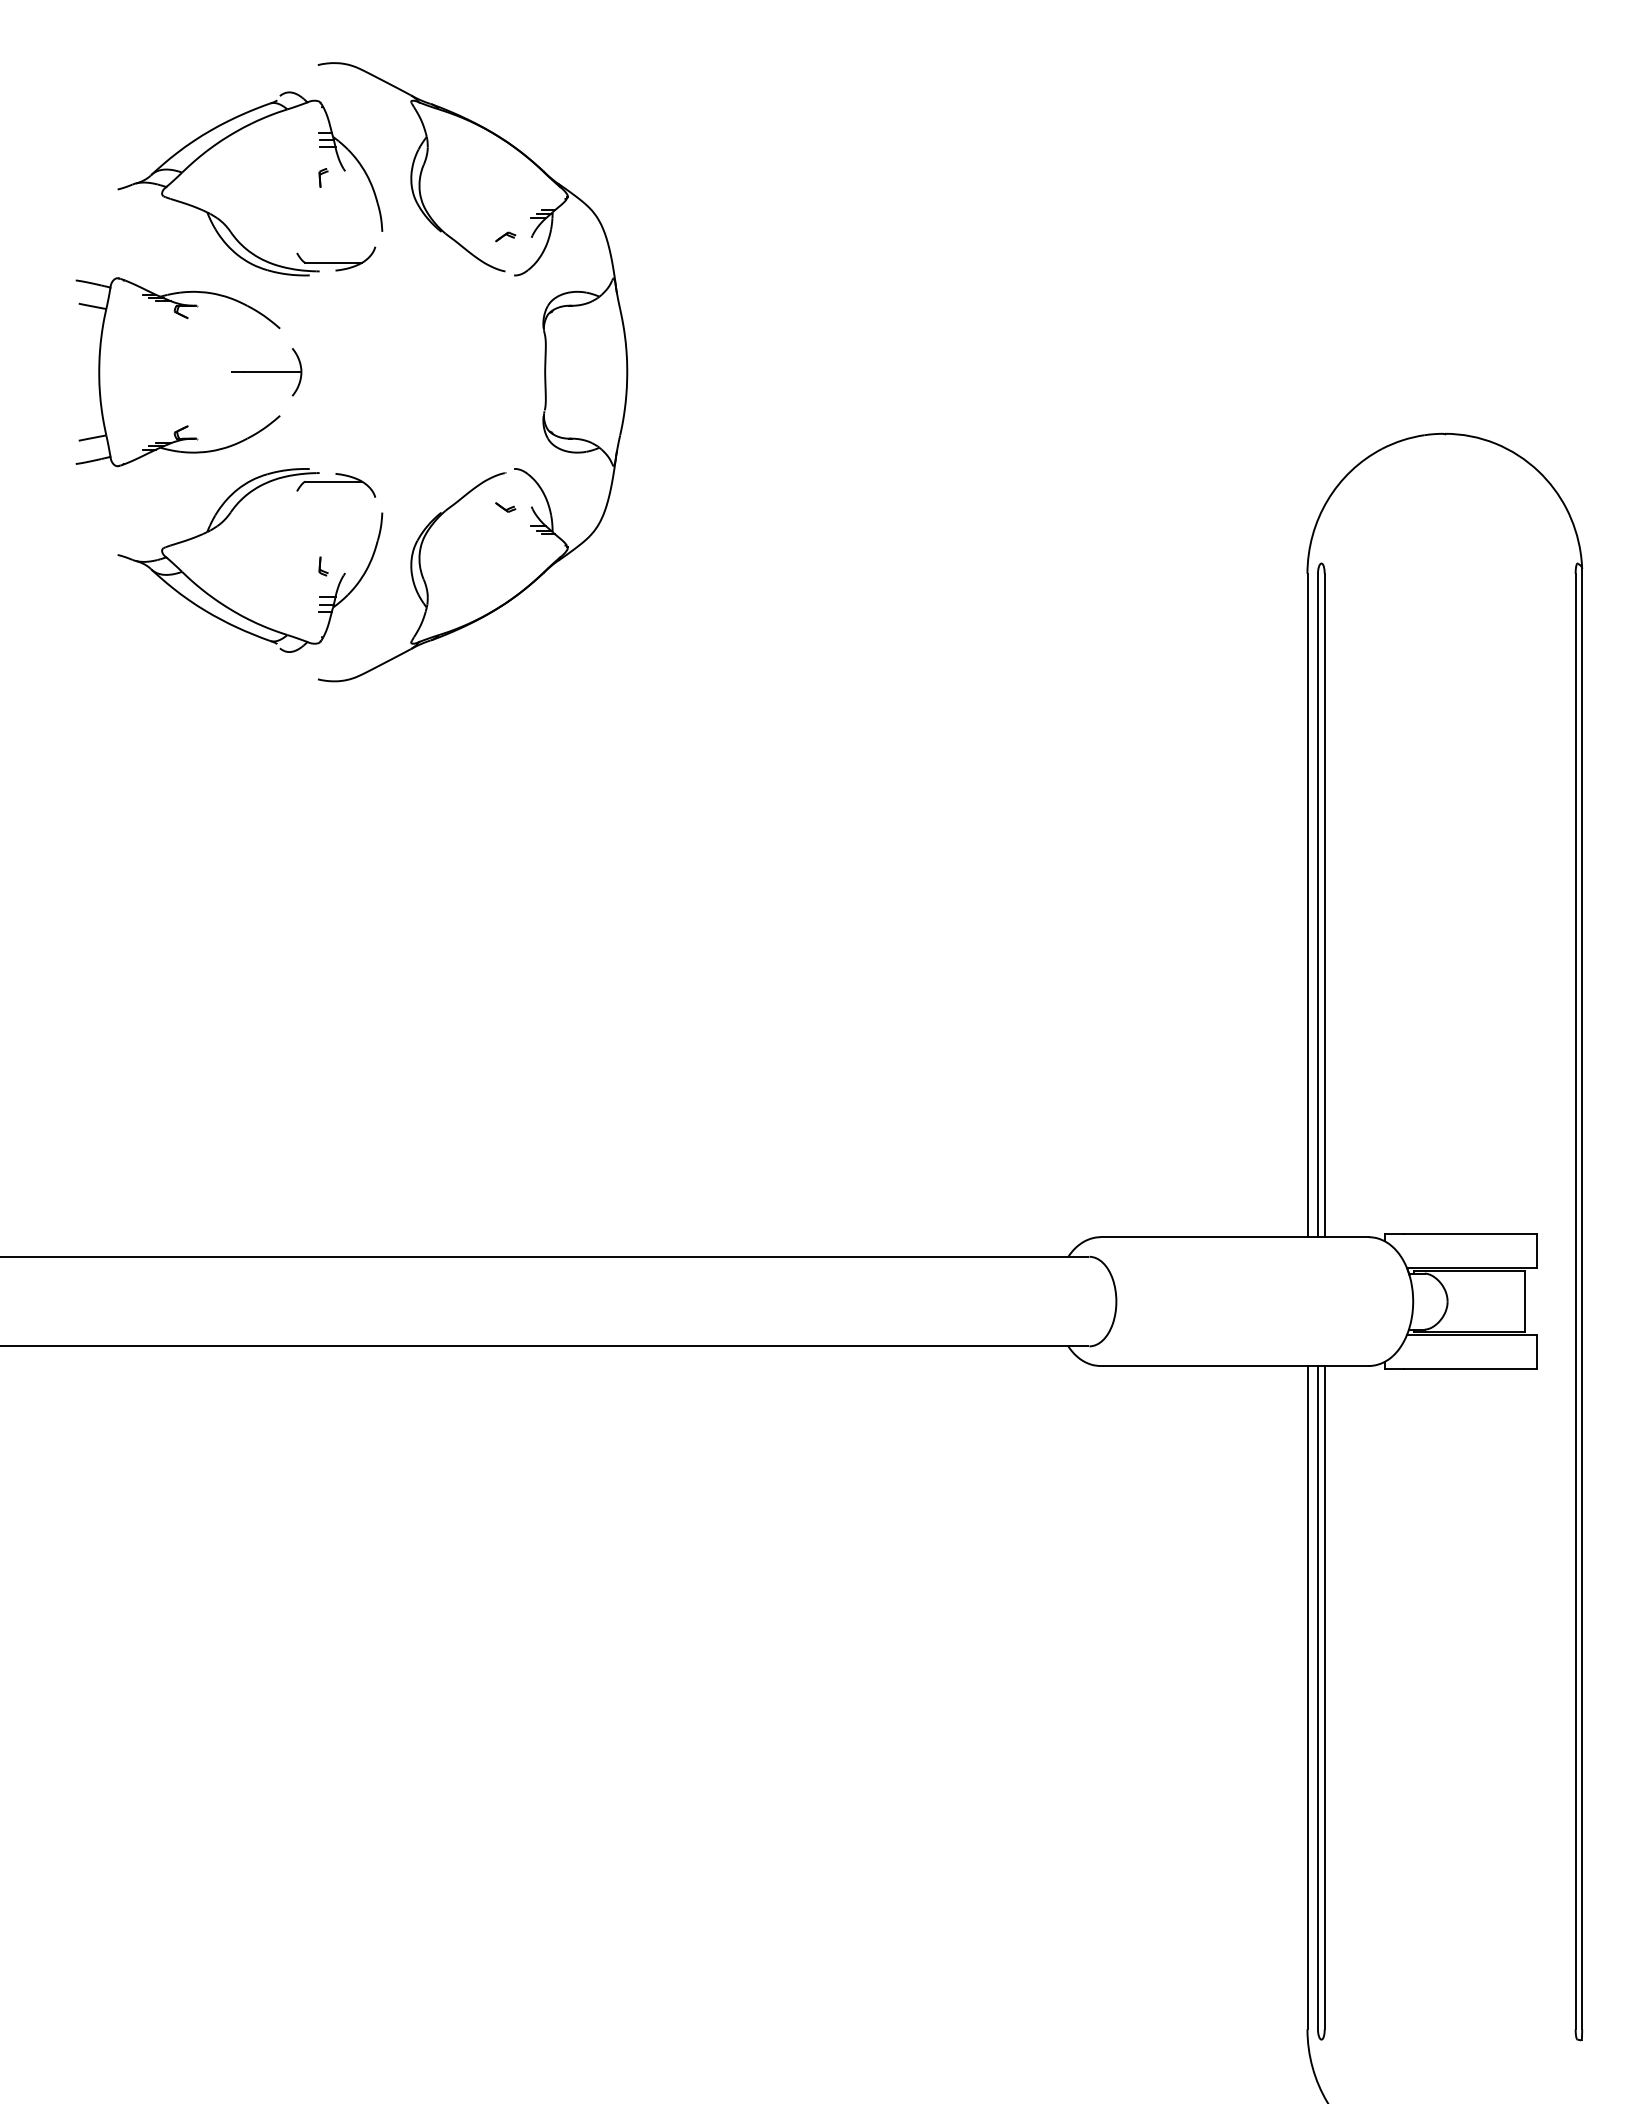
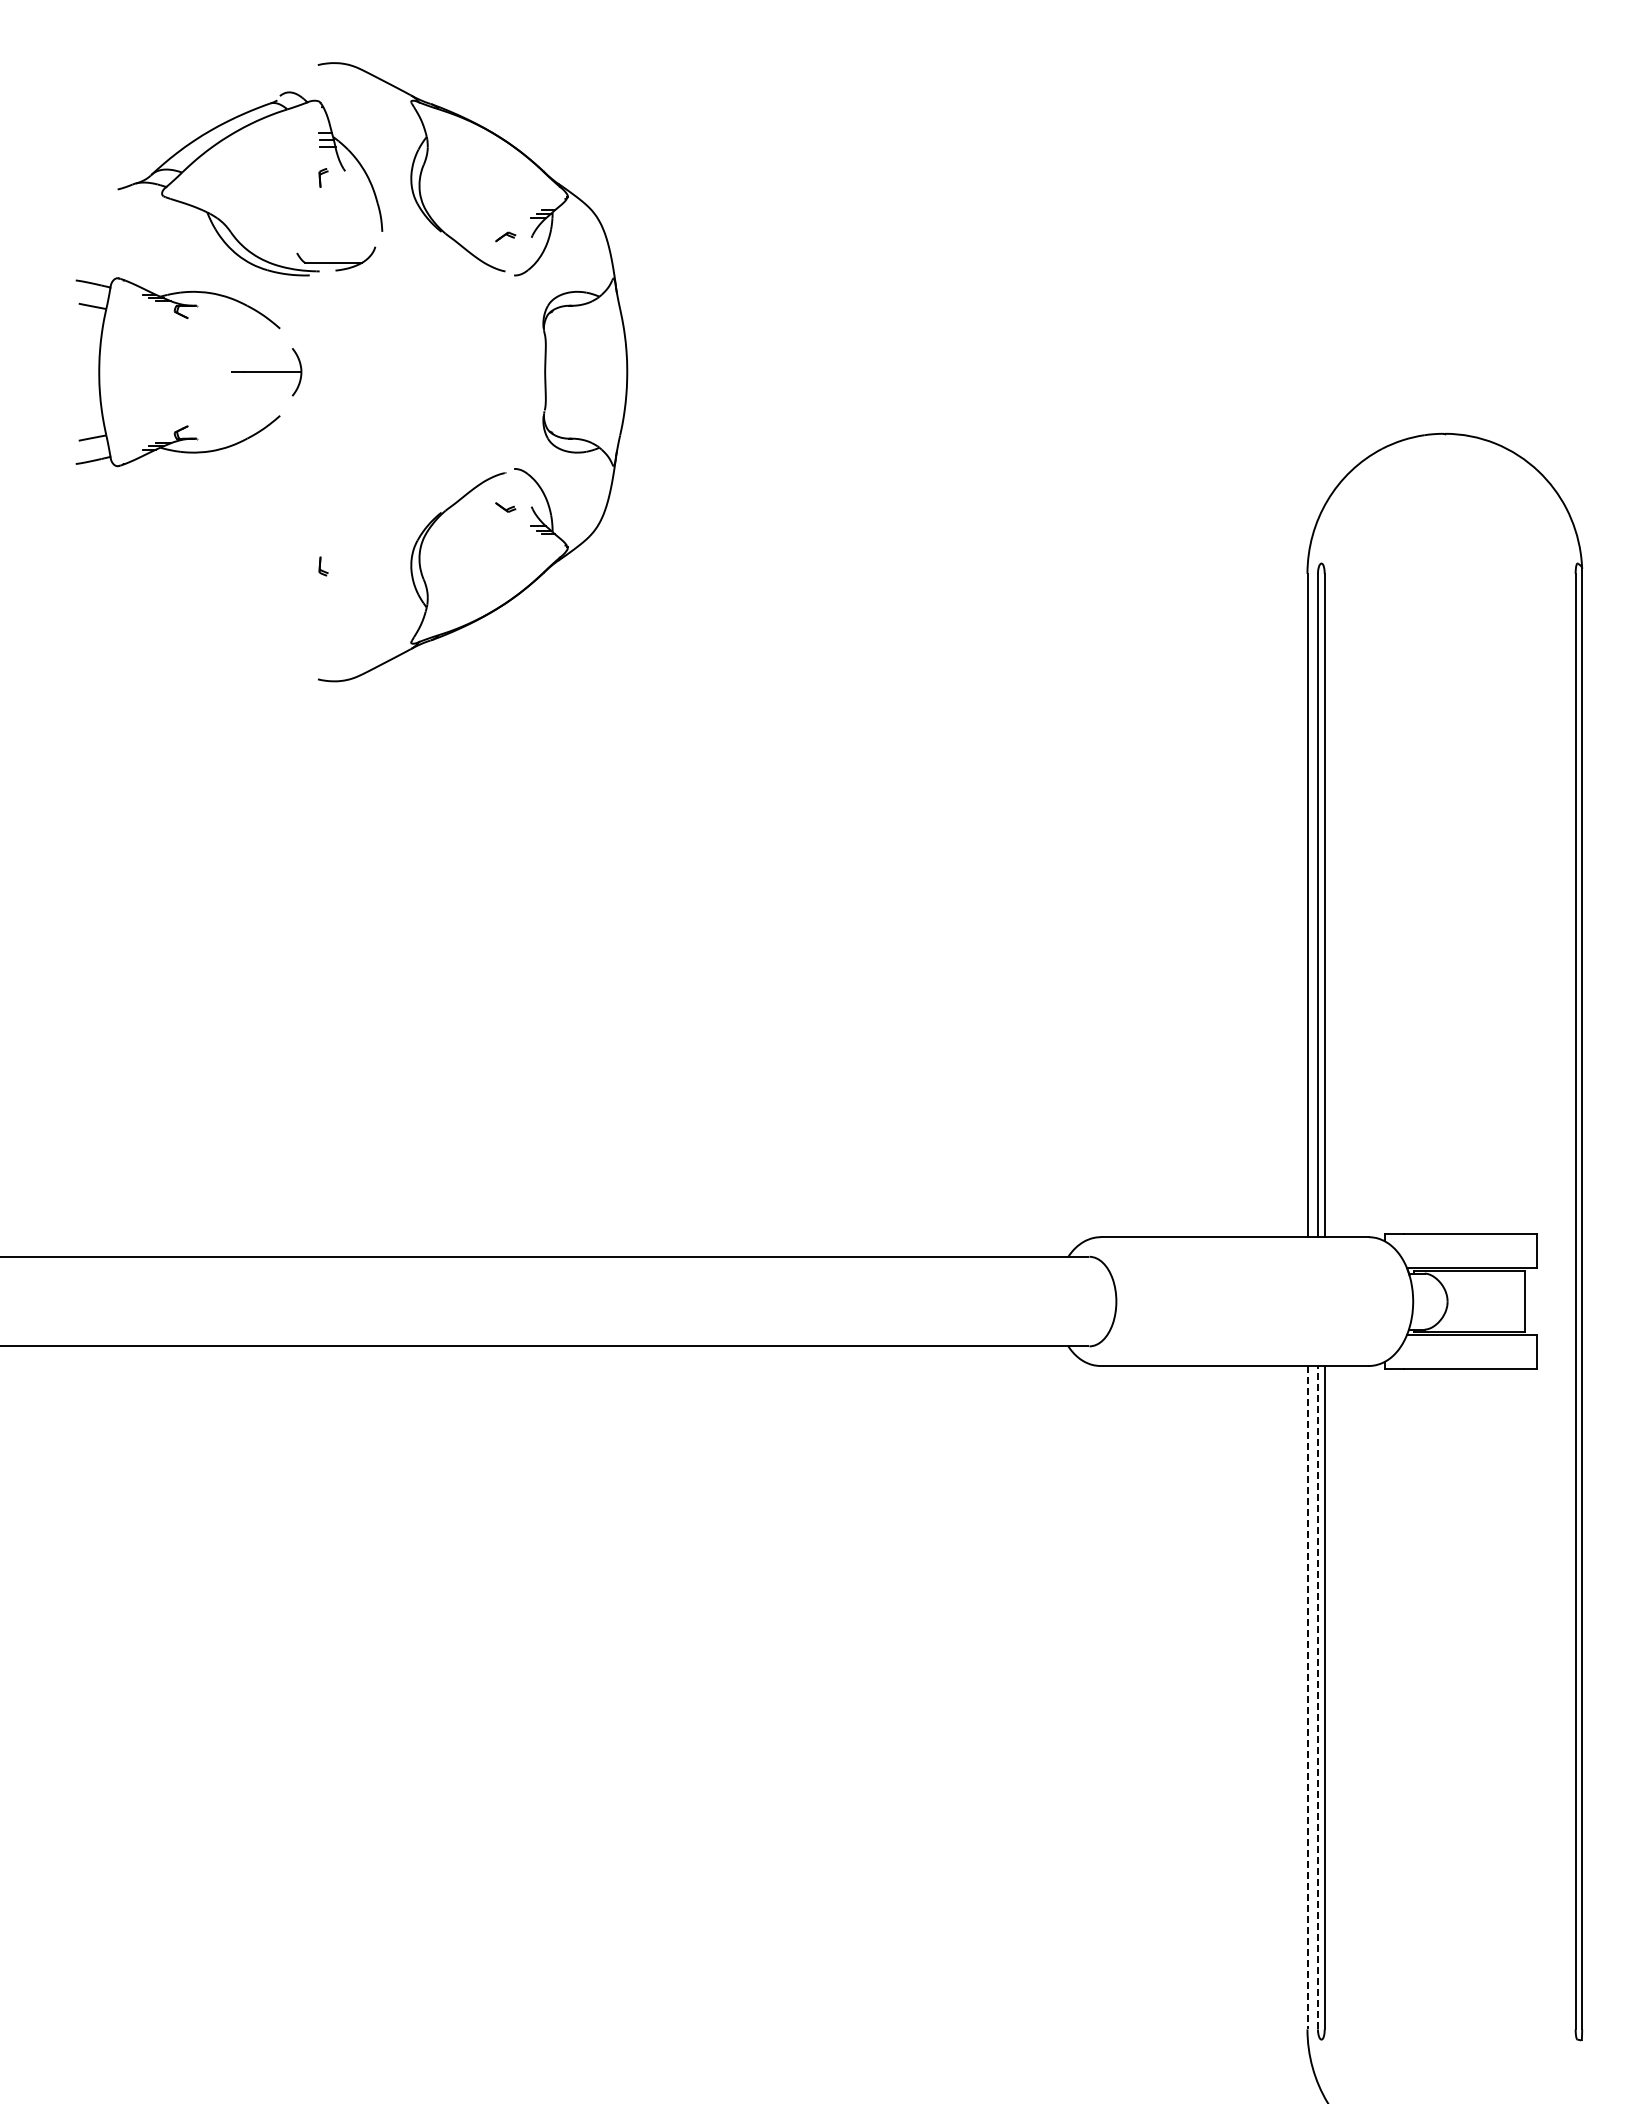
part at (221, 524): present -> none
line at (1307, 1697): solid -> dashed
line at (1317, 1697): solid -> dashed
